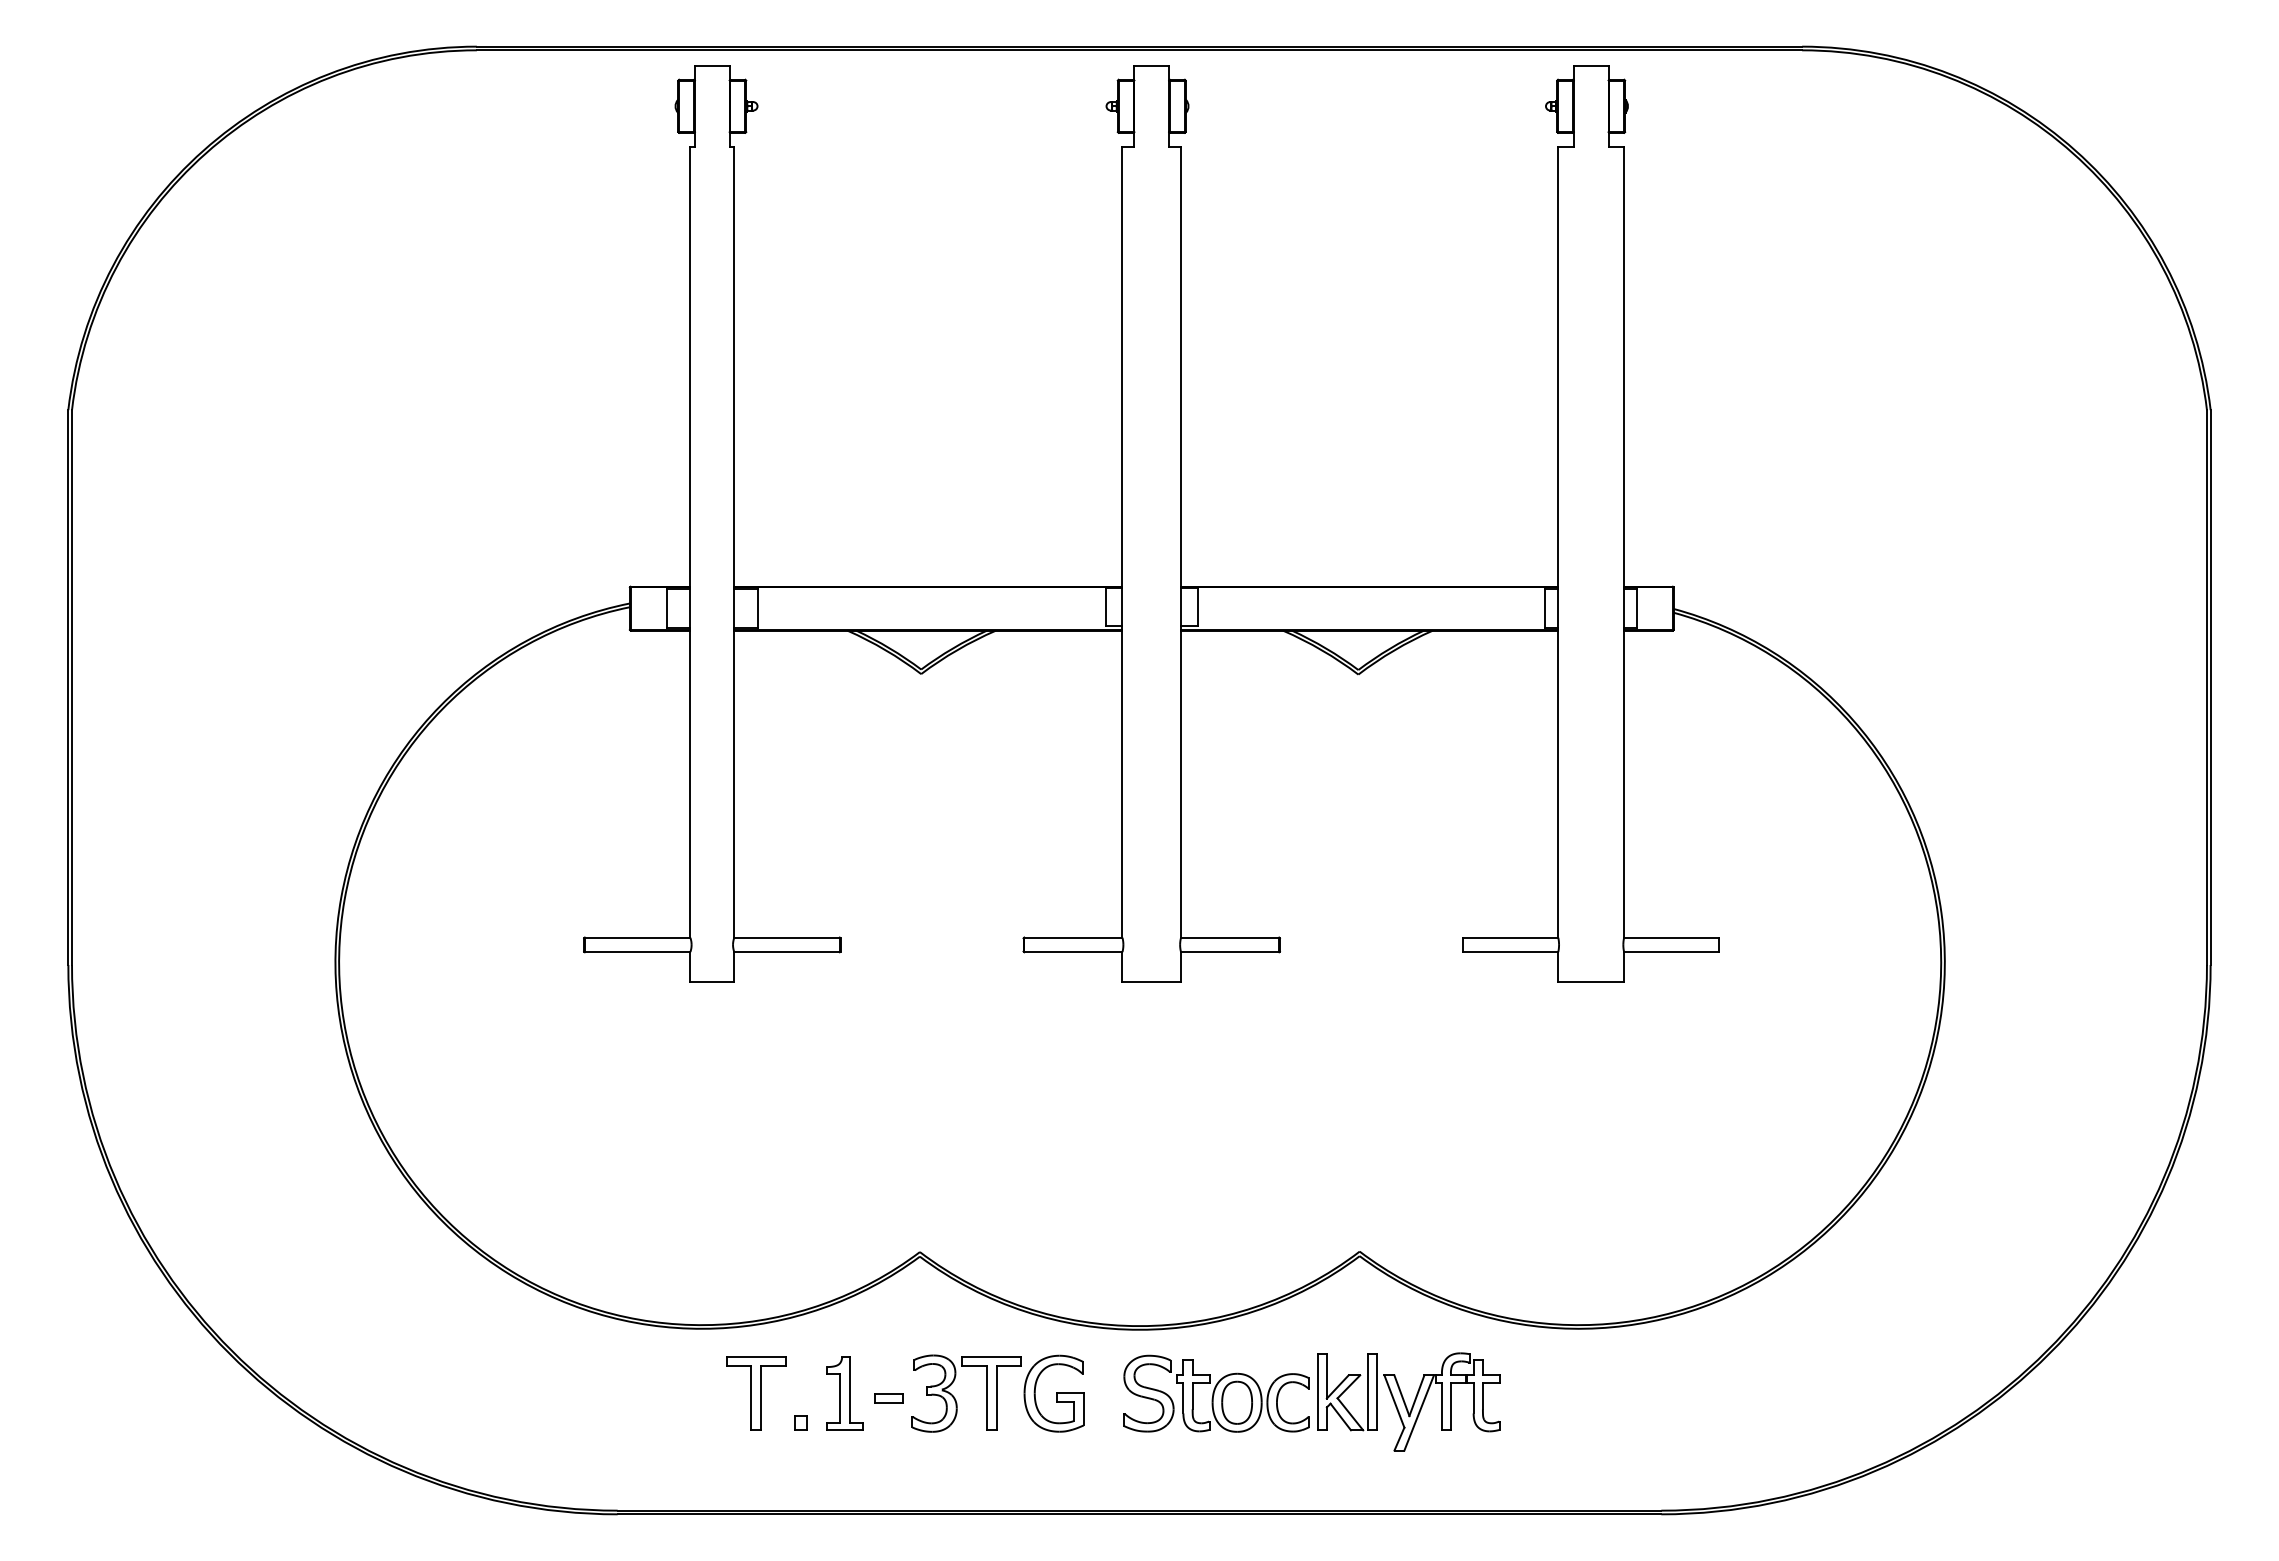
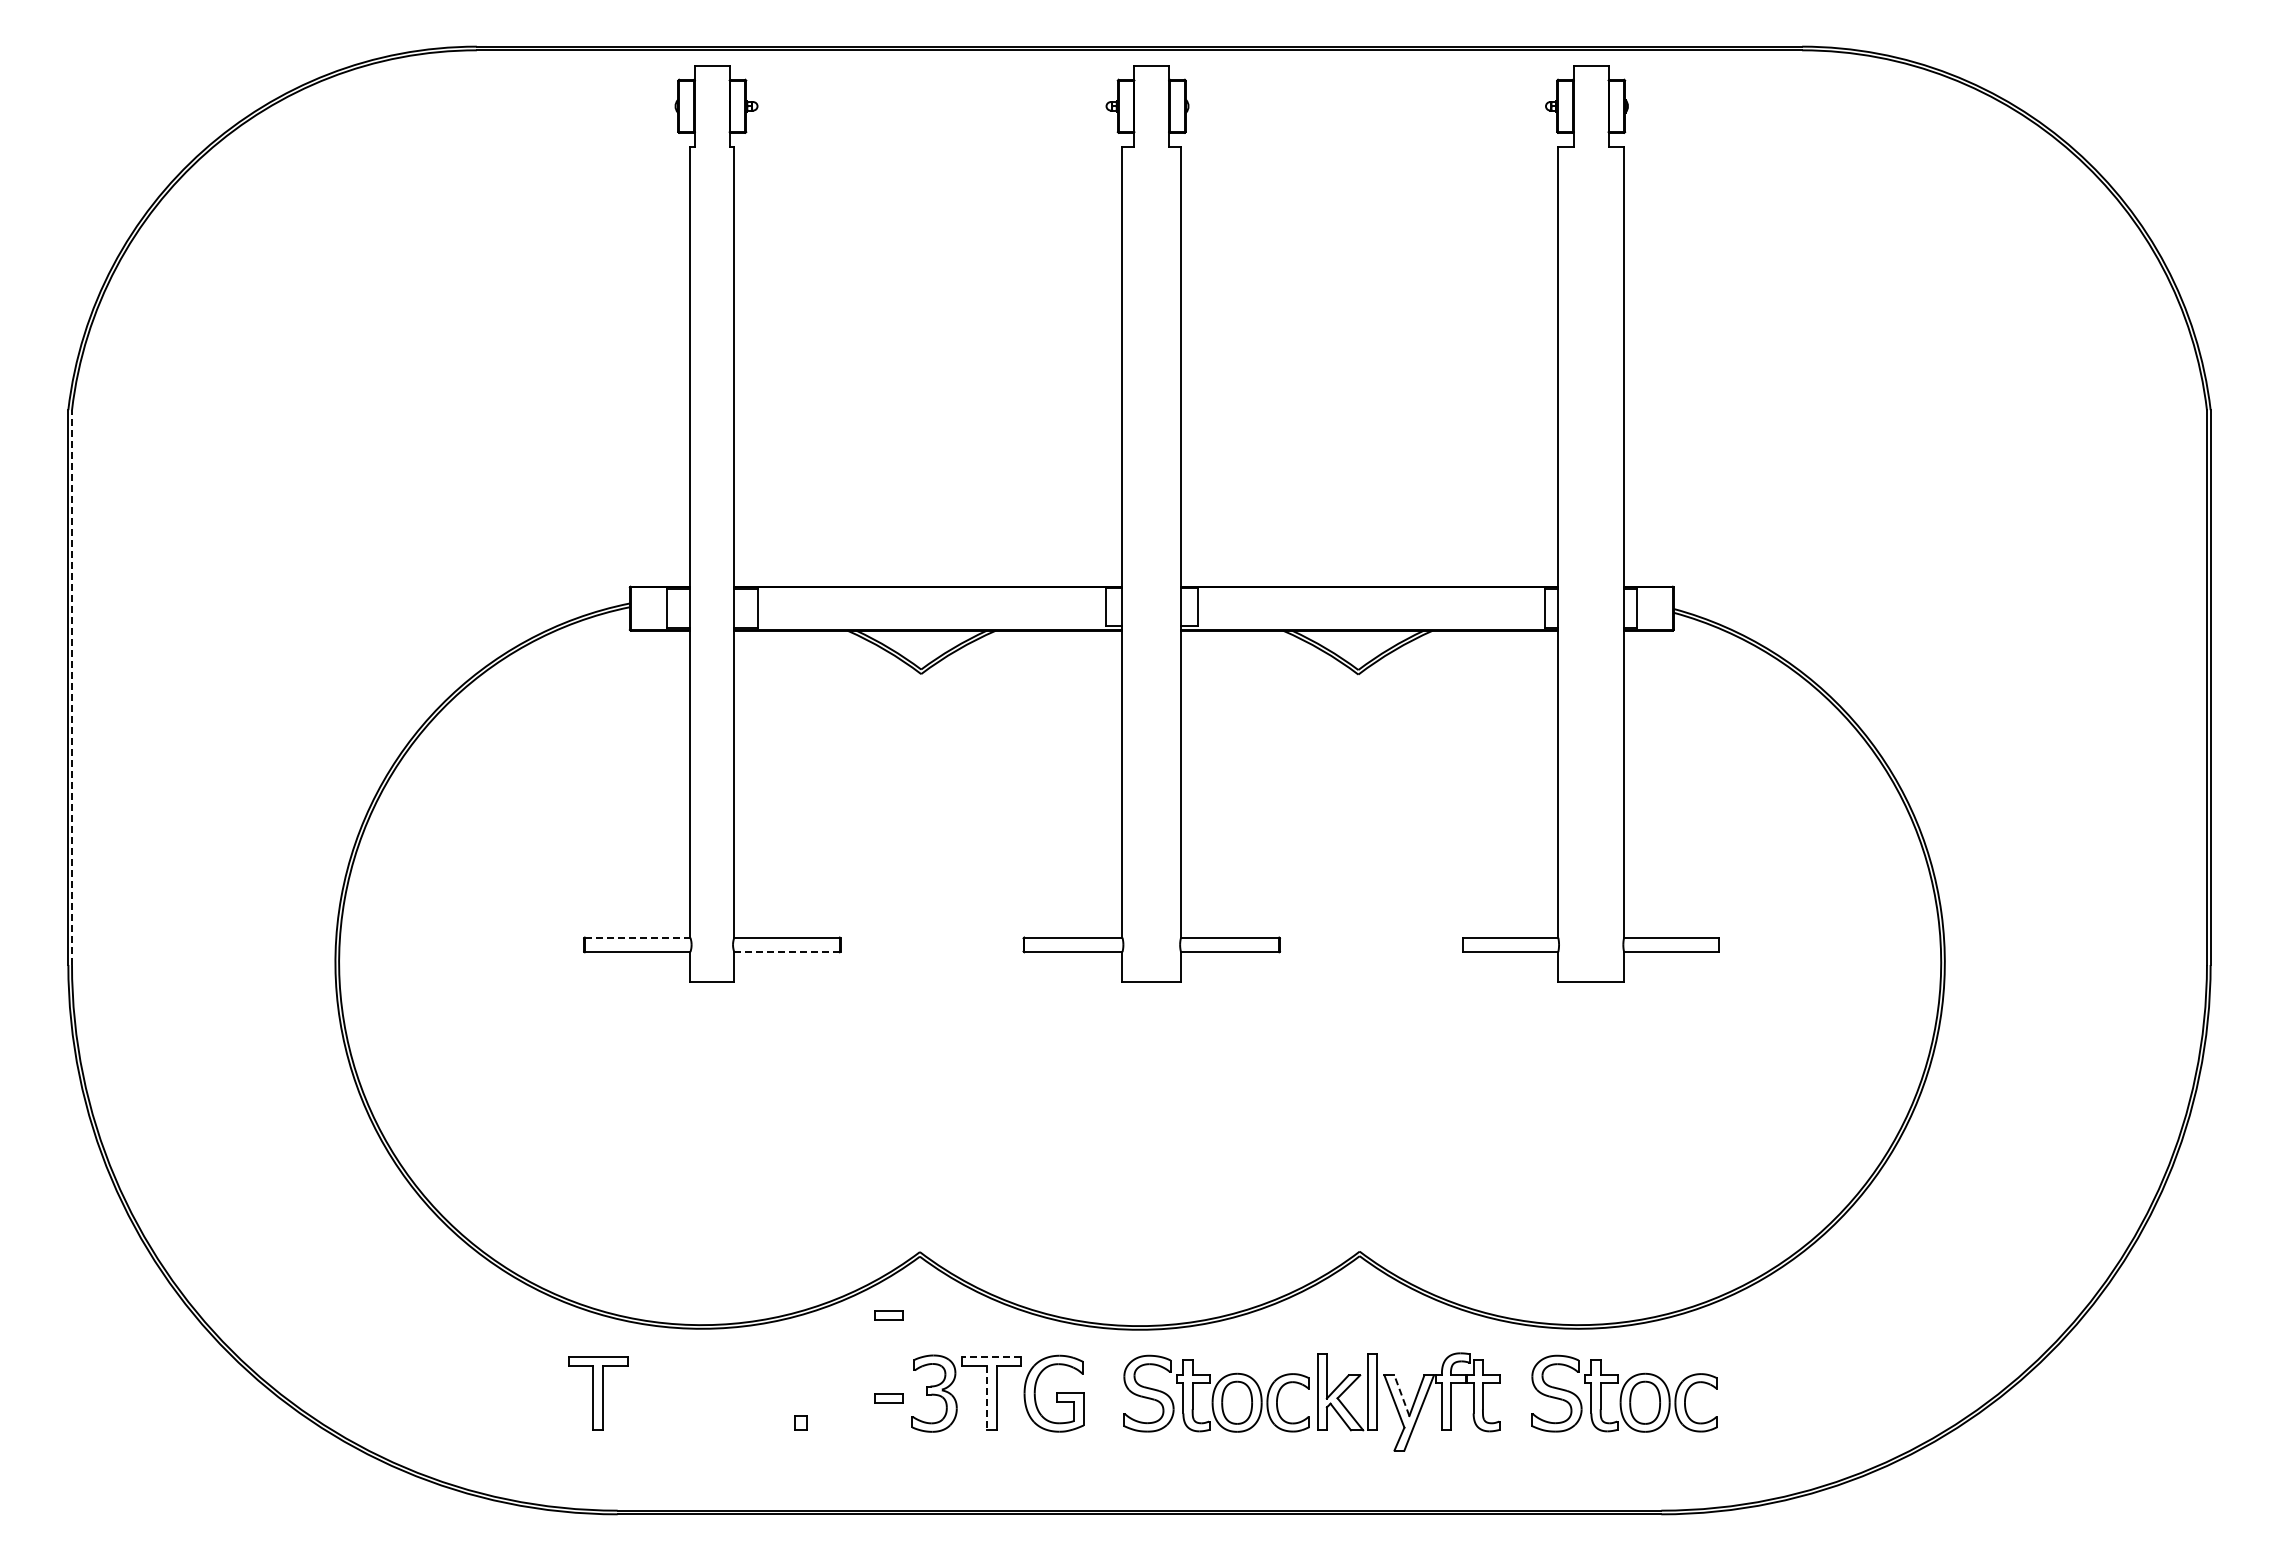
line at (72, 687): solid -> dashed
line at (637, 937): solid -> dashed
line at (787, 952): solid -> dashed
part at (888, 1315): none -> present
line at (991, 1357): solid -> dashed
part at (756, 1393) position: (756, 1393) -> (598, 1393)
part at (844, 1393): present -> none
part at (1624, 1393): none -> present
line at (1401, 1395): solid -> dashed
line at (987, 1398): solid -> dashed
